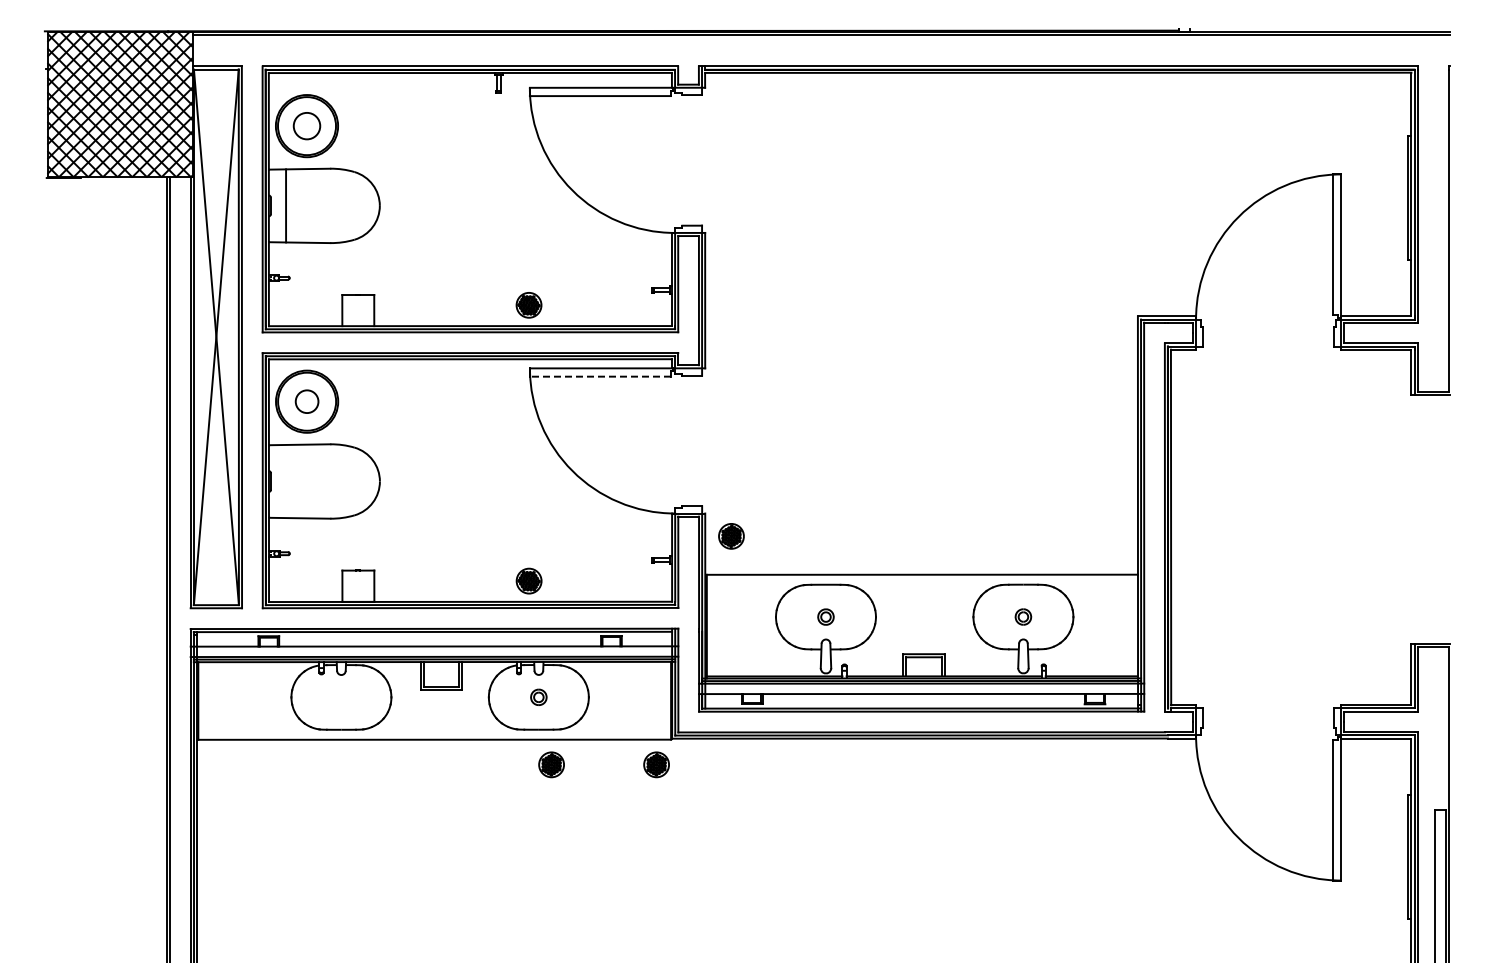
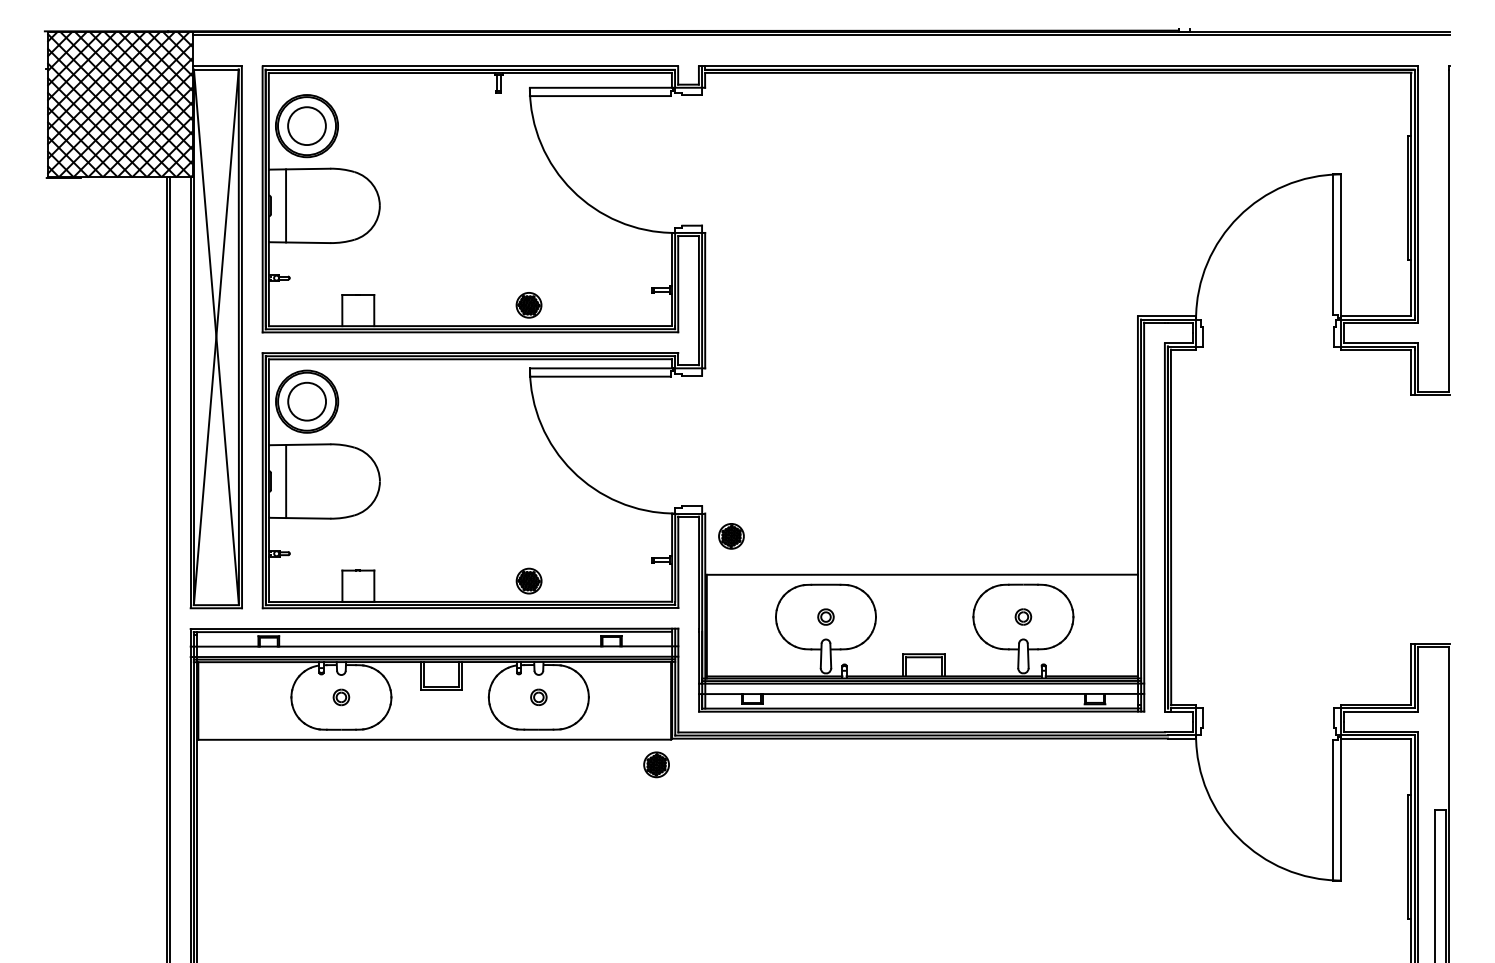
circle at (306, 125) diameter: 26 px -> 38 px
line at (600, 376): dashed -> solid
circle at (306, 401) diameter: 23 px -> 38 px
line at (286, 481): none -> present
part at (341, 697): none -> present
part at (551, 764): present -> none
